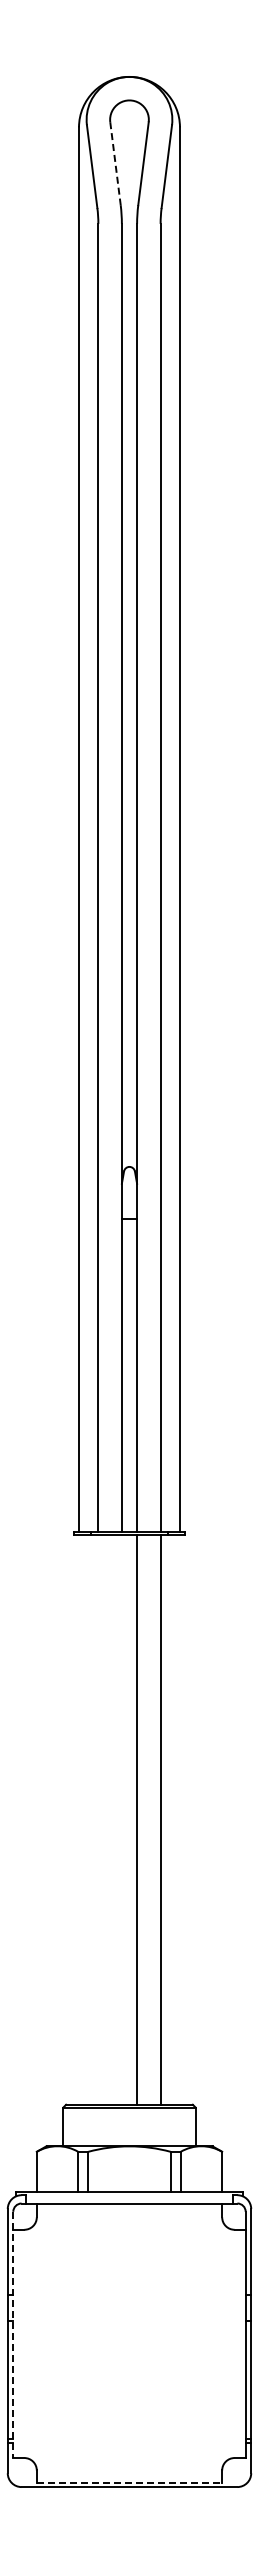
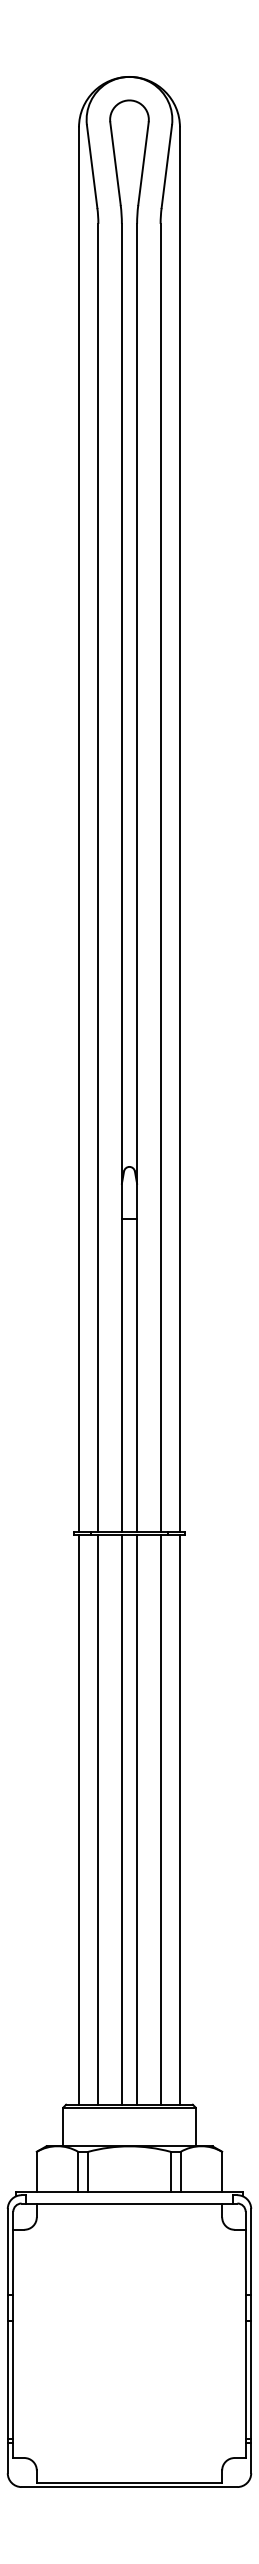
line at (115, 163): dashed -> solid
line at (79, 1819): none -> present
line at (98, 1819): none -> present
line at (121, 1819): none -> present
line at (179, 1819): none -> present
line at (13, 2335): dashed -> solid
line at (129, 2482): dashed -> solid
